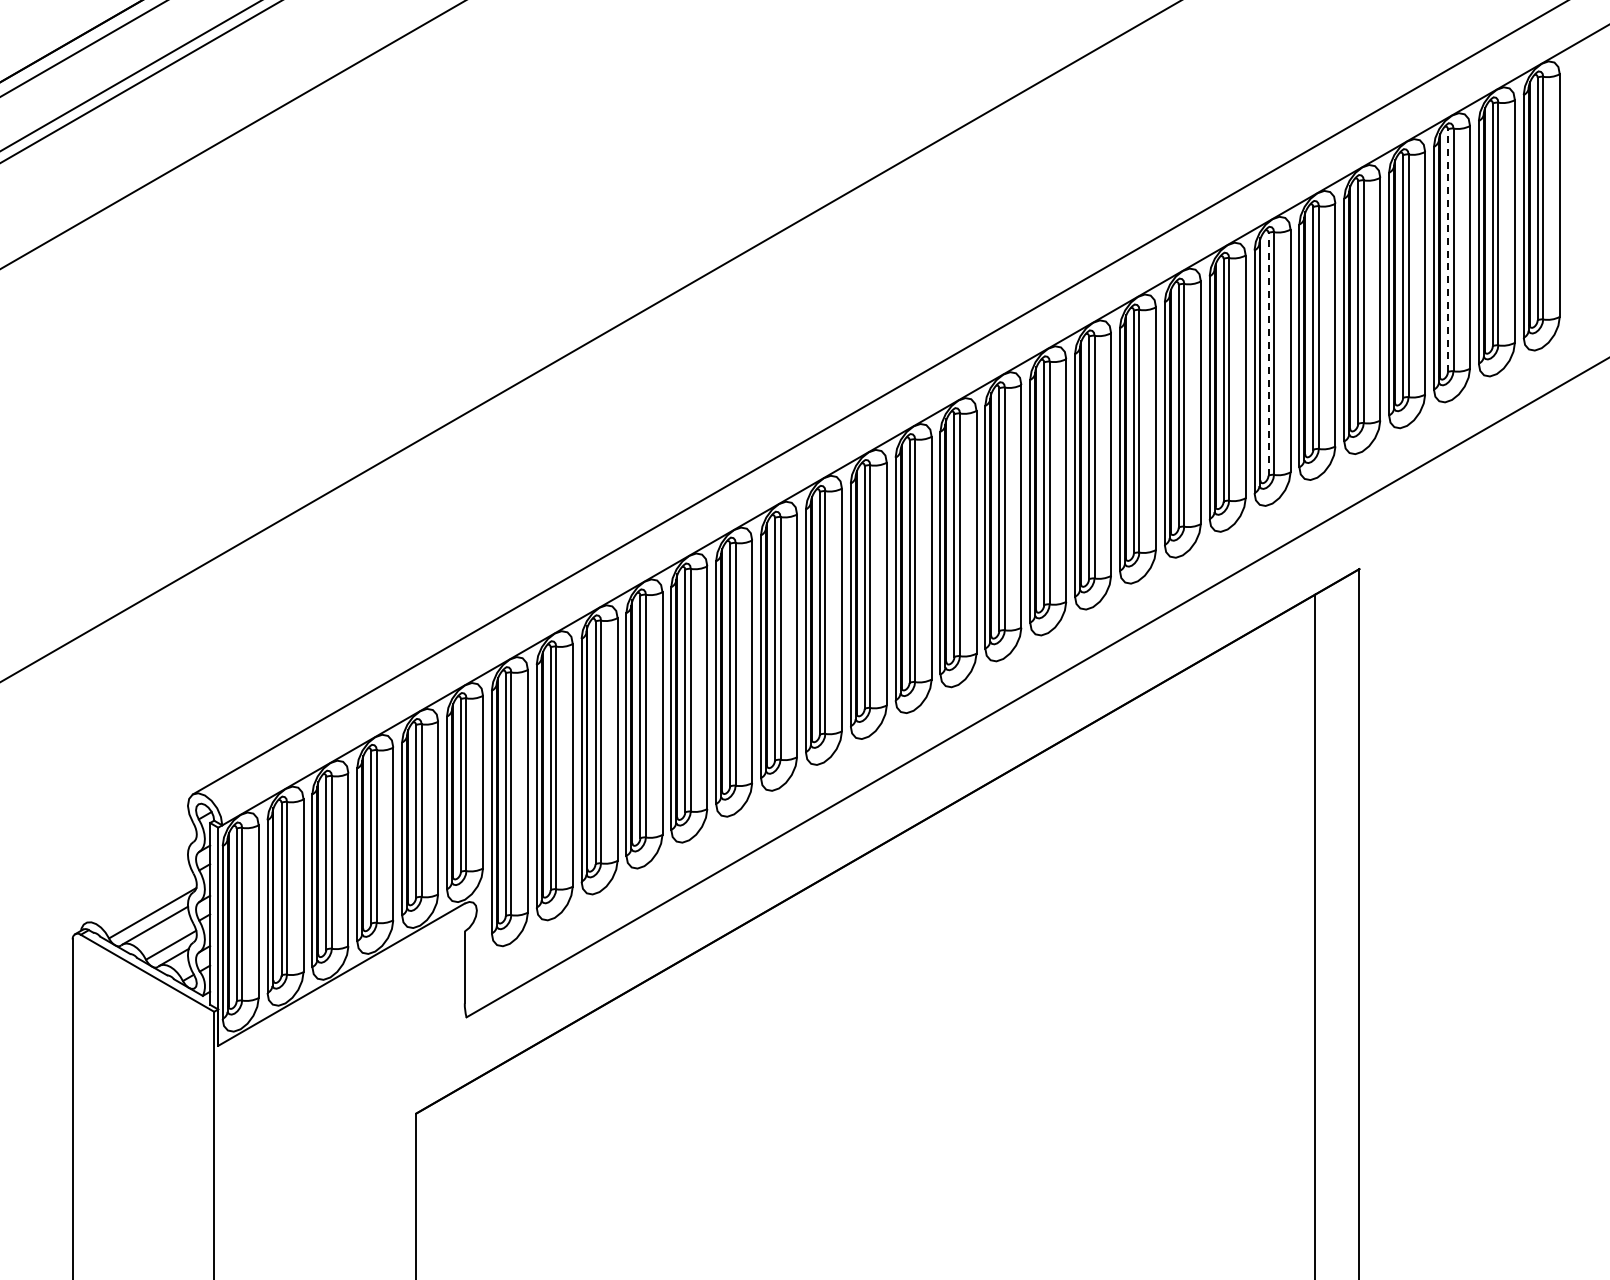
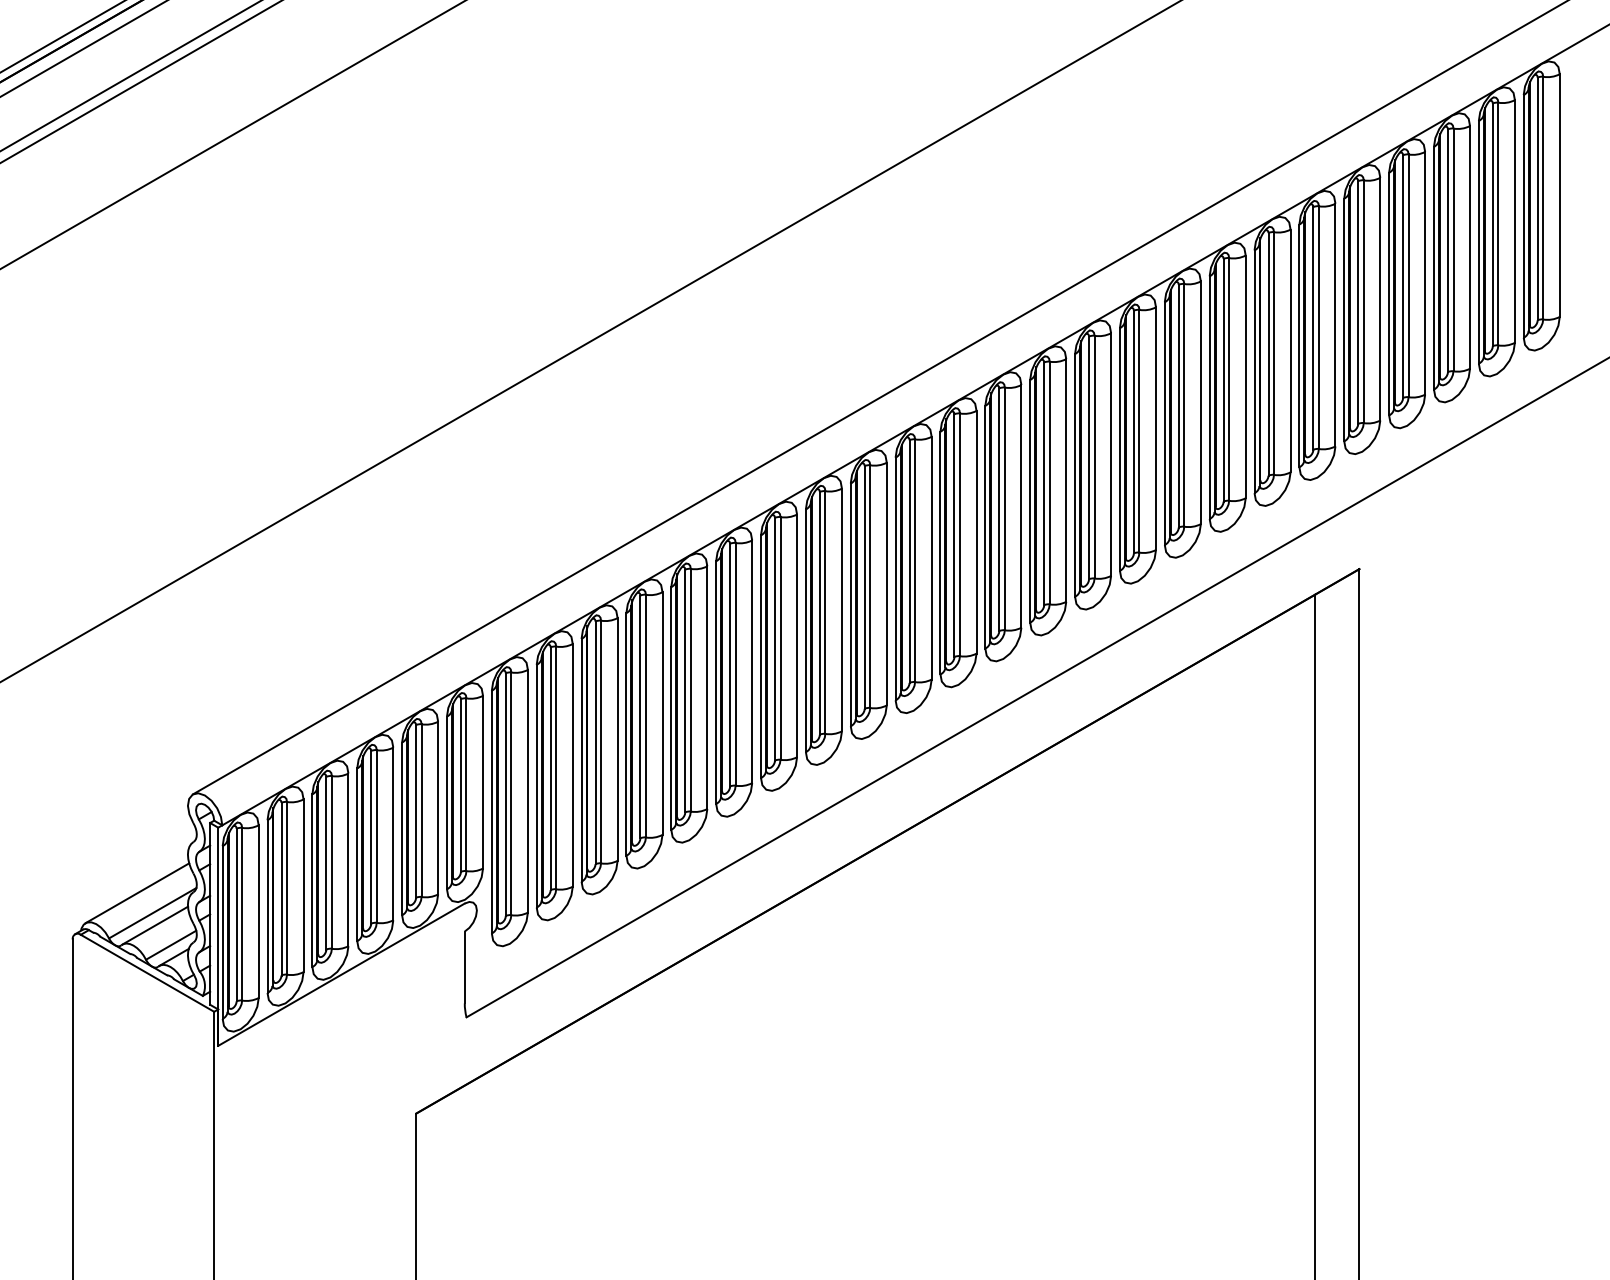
line at (62, 36): none -> present
line at (1447, 250): dashed -> solid
line at (1268, 353): dashed -> solid
line at (137, 893): none -> present
